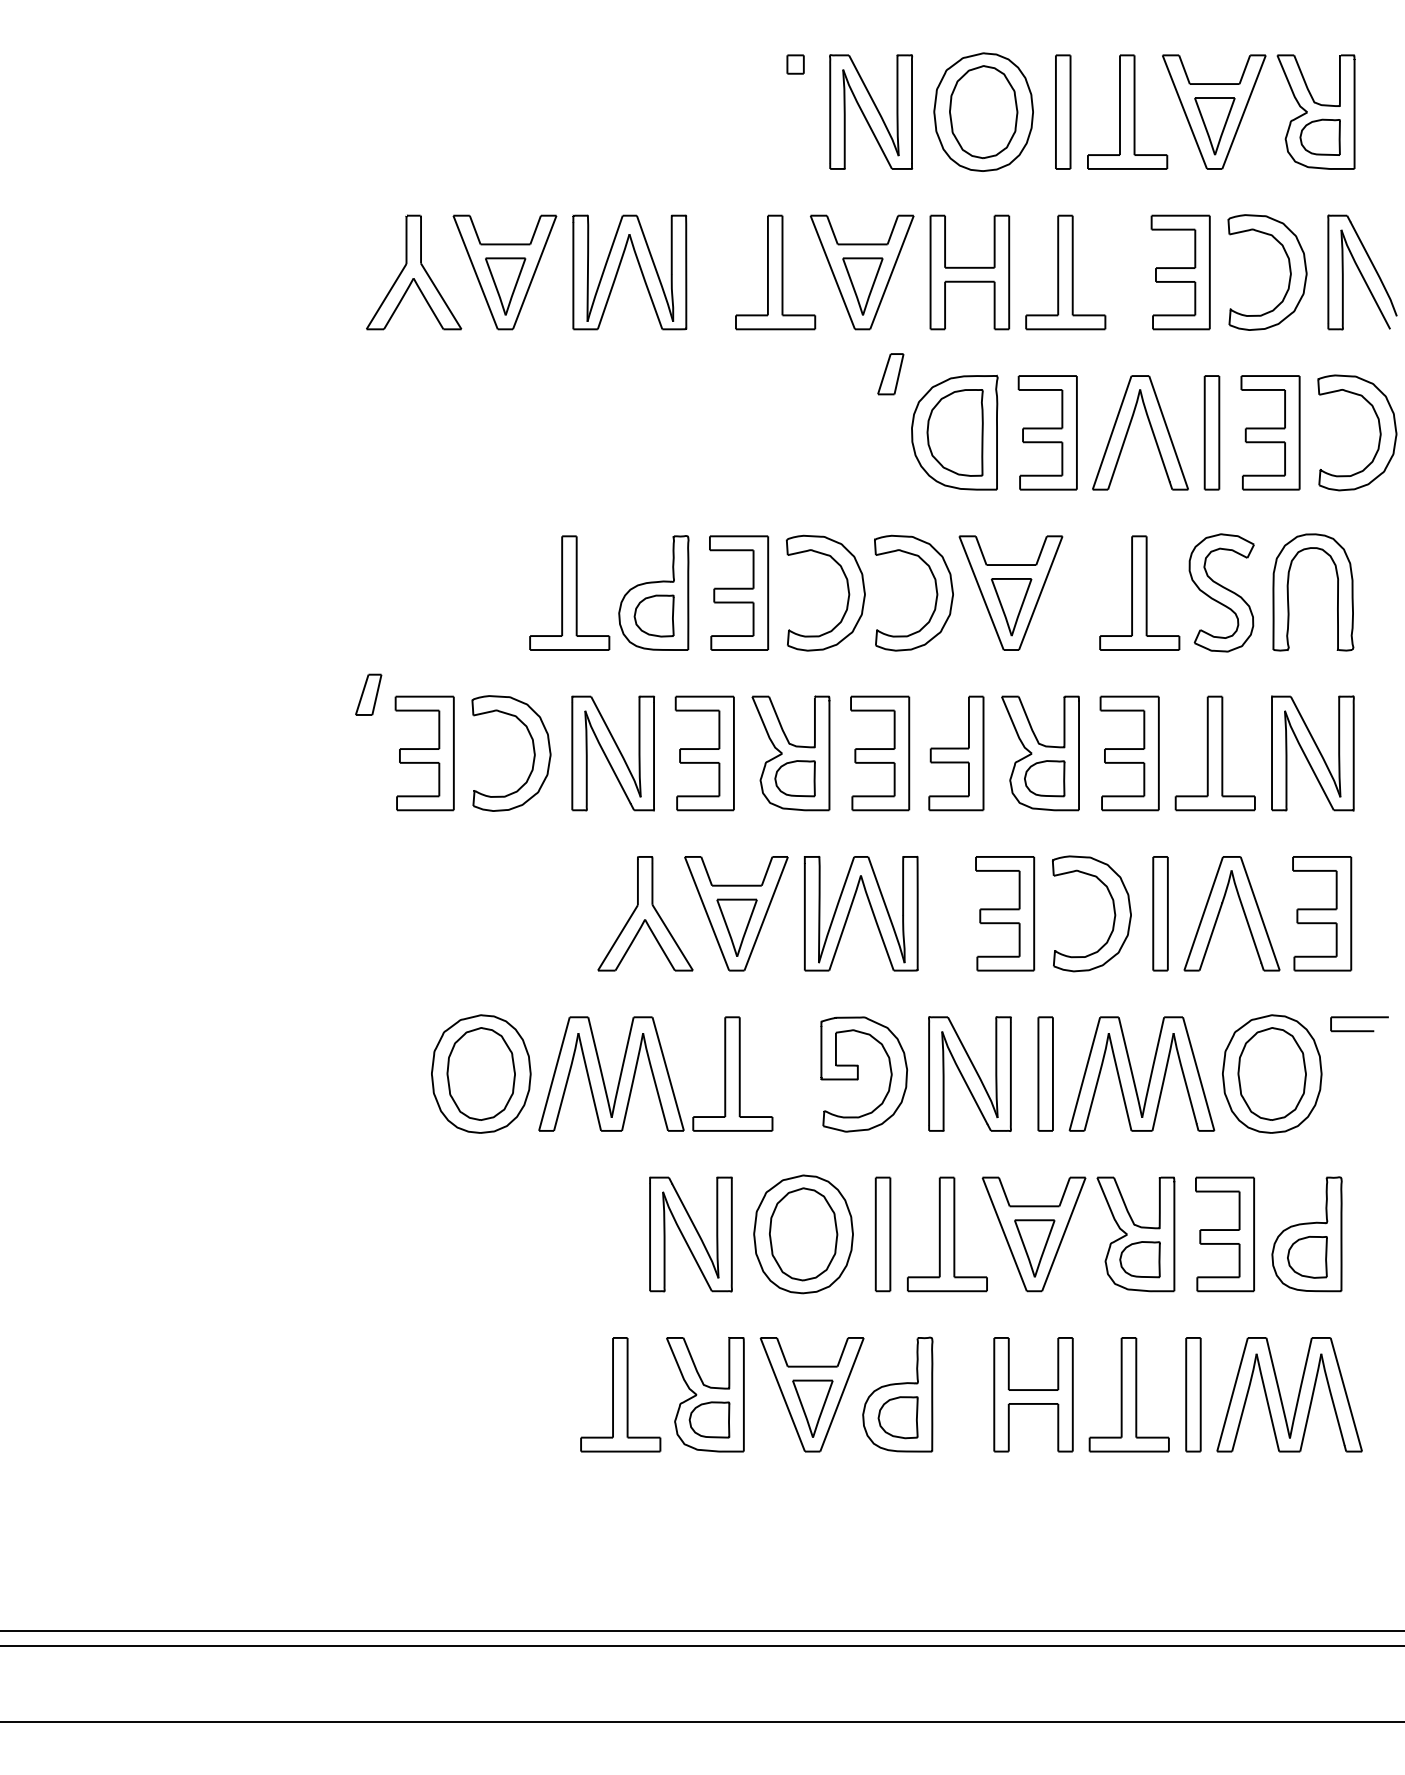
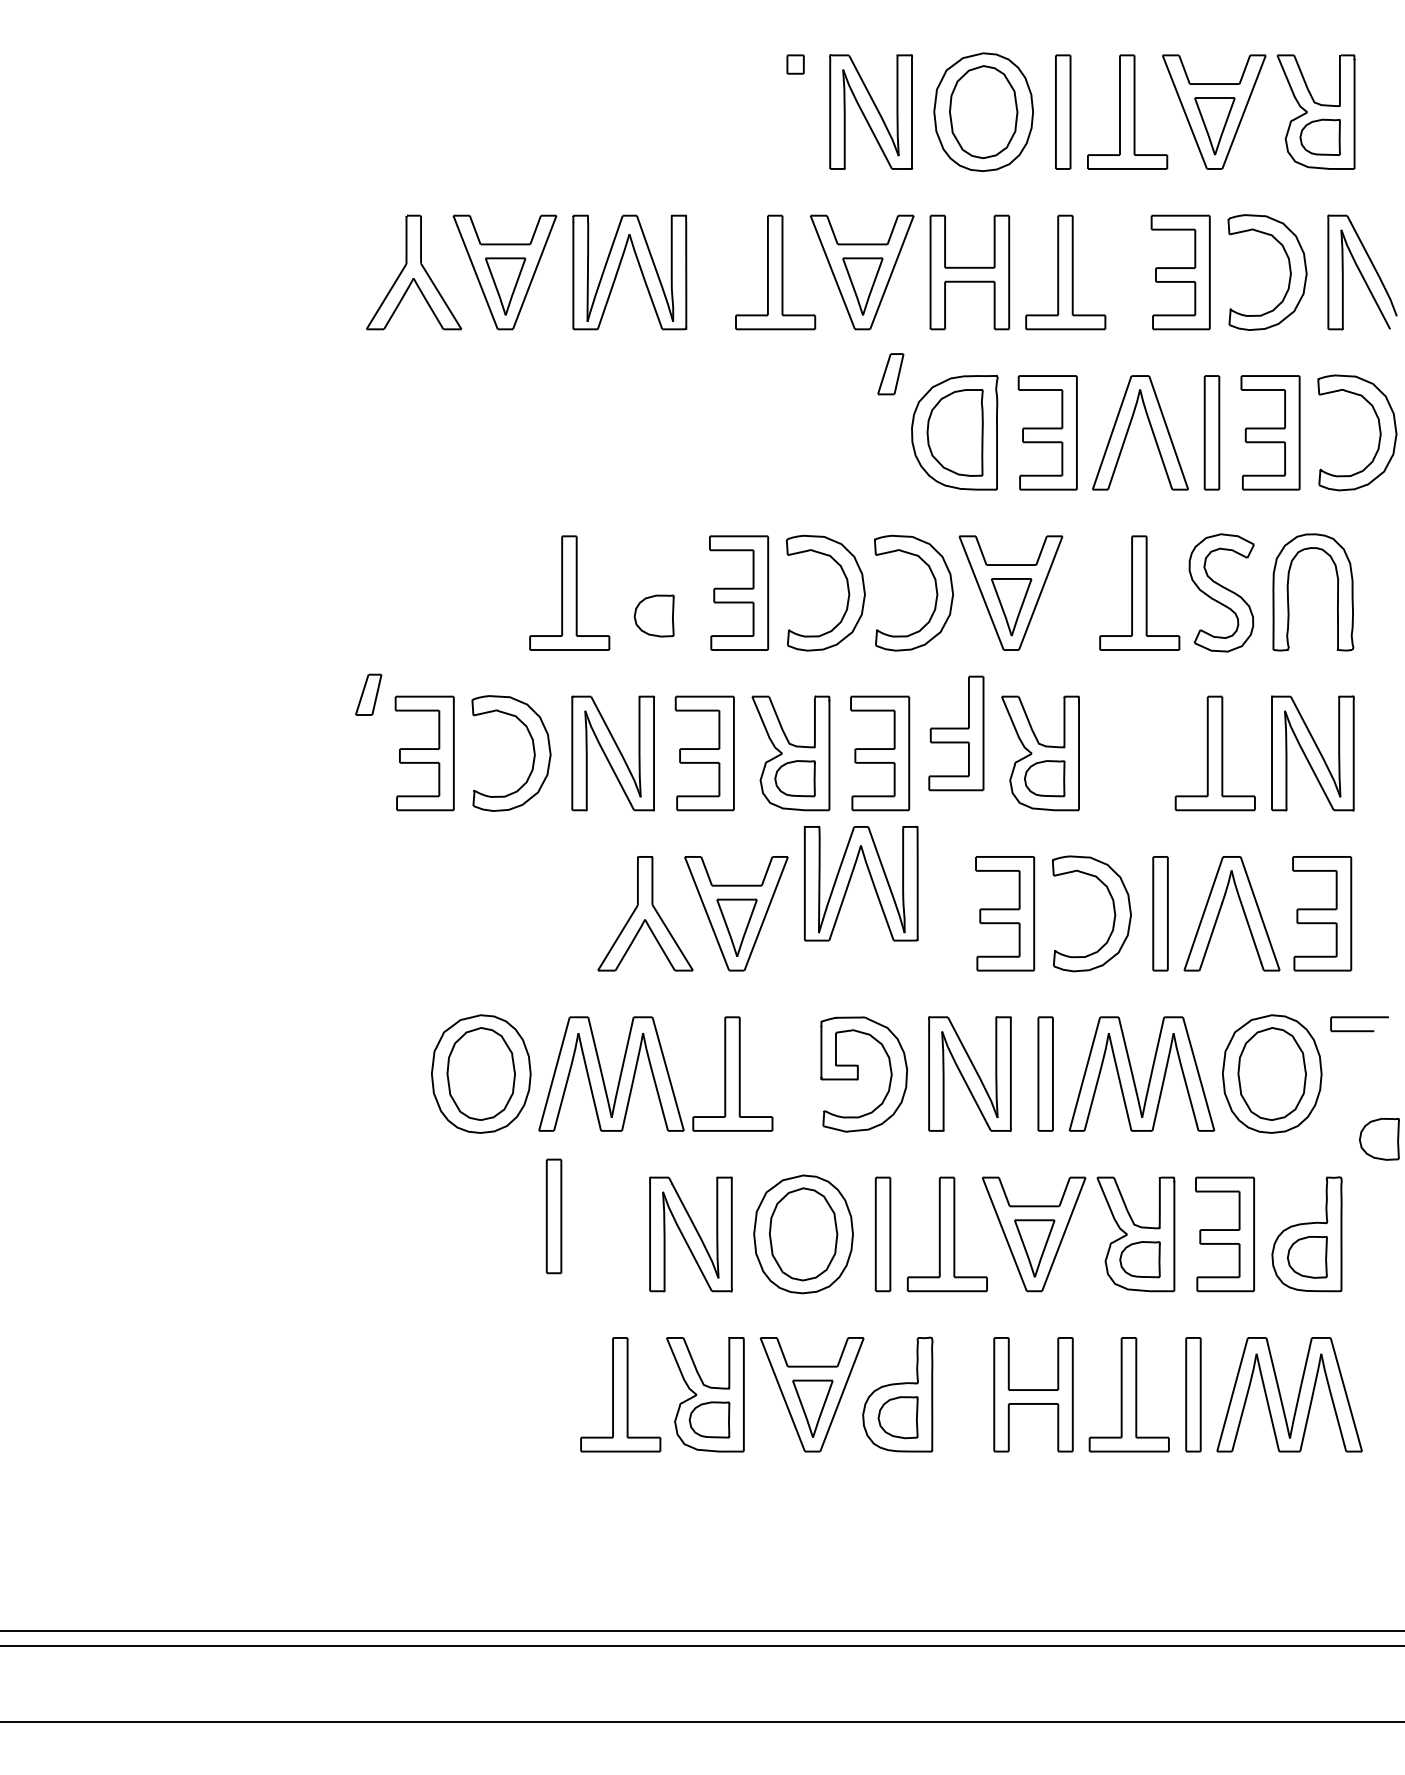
part at (653, 592): present -> none
part at (956, 753) position: (956, 753) -> (956, 733)
part at (1129, 753): present -> none
part at (850, 911) position: (850, 911) -> (850, 881)
part at (1379, 1139): none -> present
part at (553, 1216): none -> present
